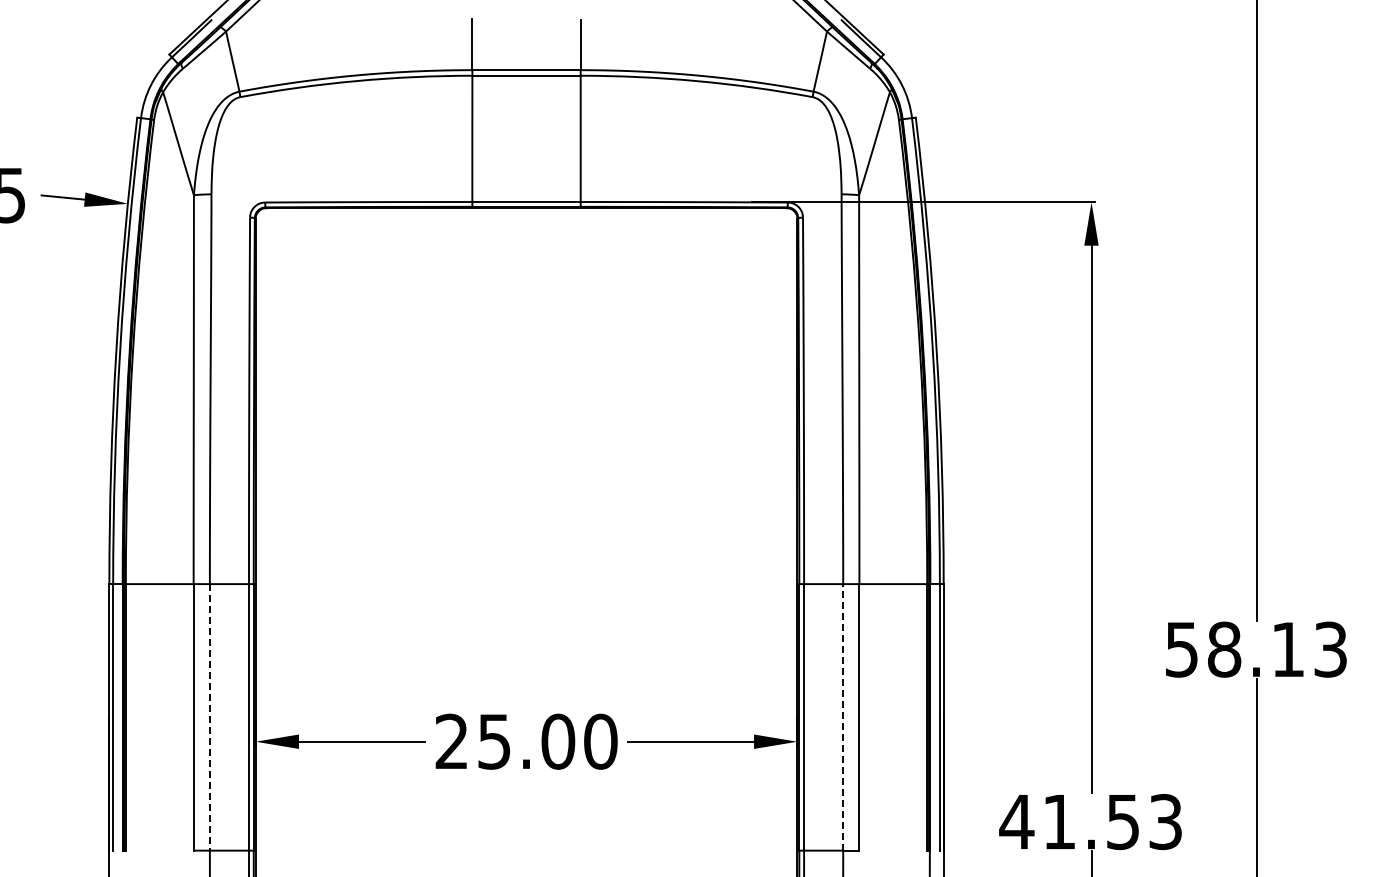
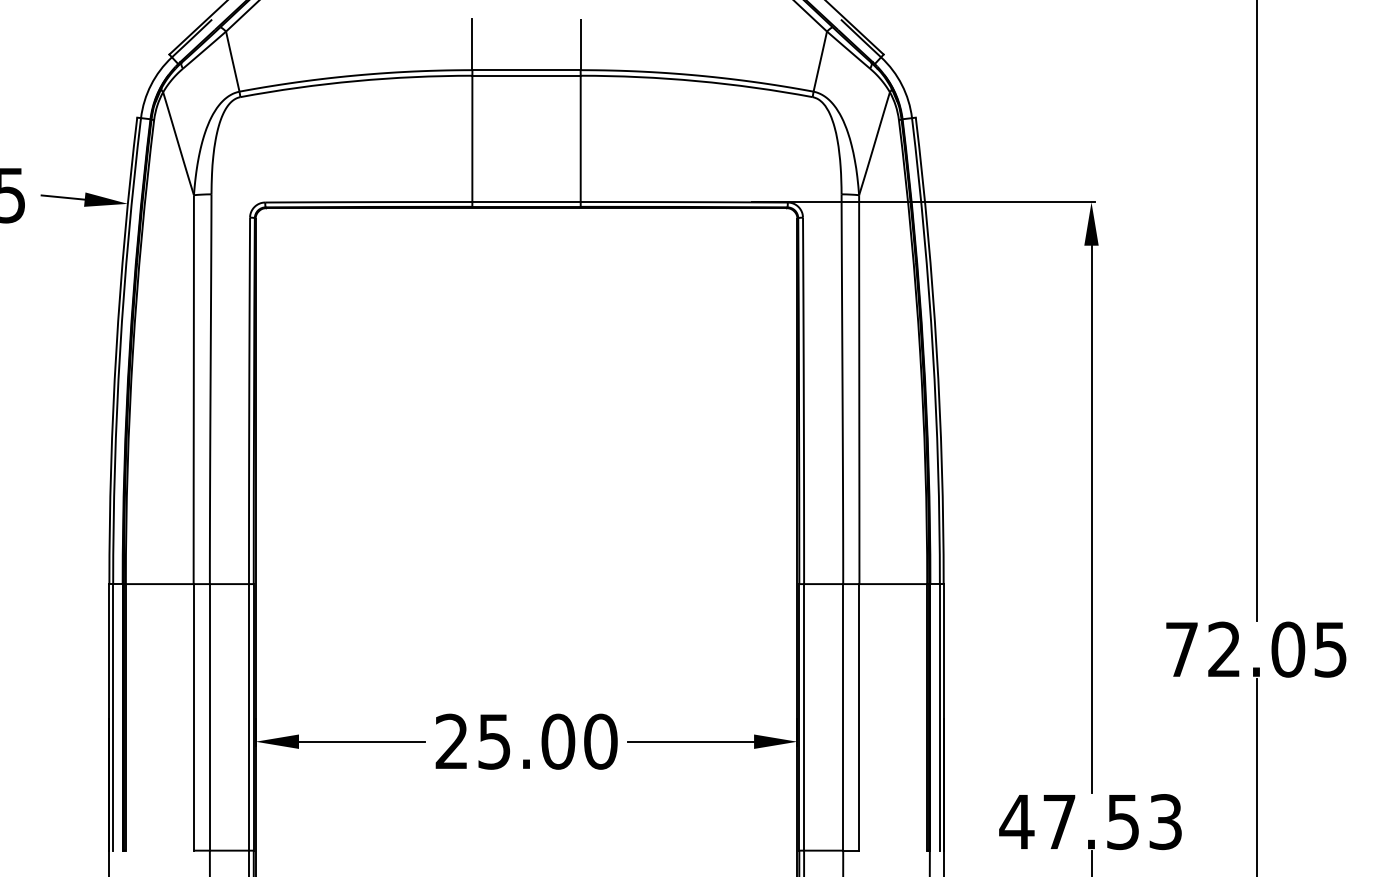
text at (1256, 649): 58.13 -> 72.05
line at (843, 716): dashed -> solid
line at (209, 717): dashed -> solid
text at (1059, 821): 41.53 -> 47.53
